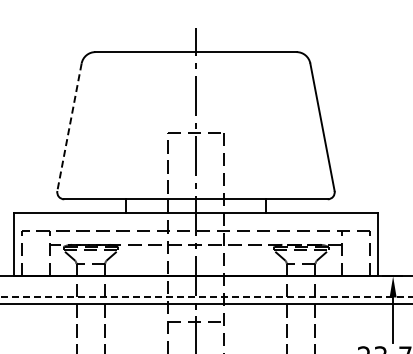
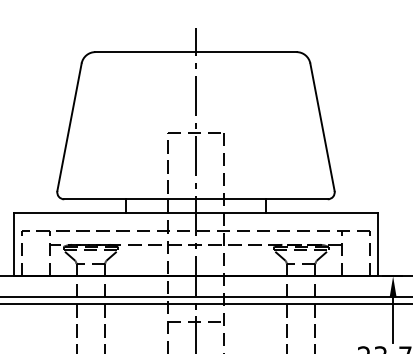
line at (69, 127): dashed -> solid
line at (206, 297): dashed -> solid
